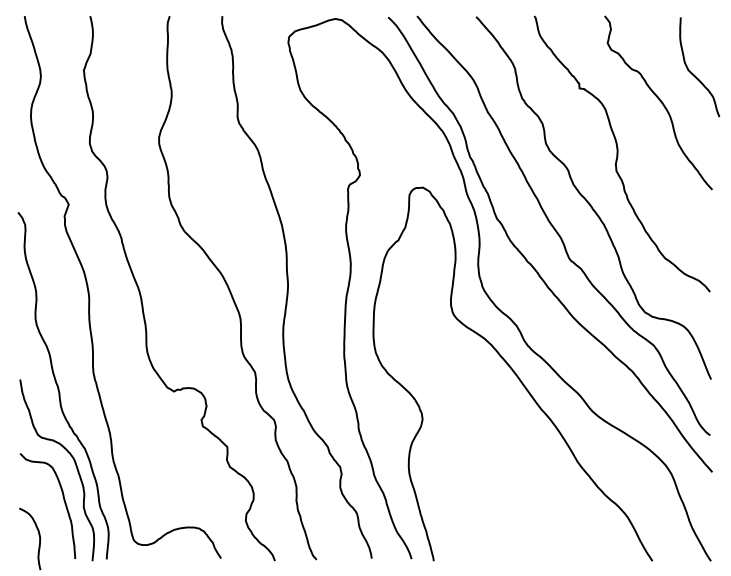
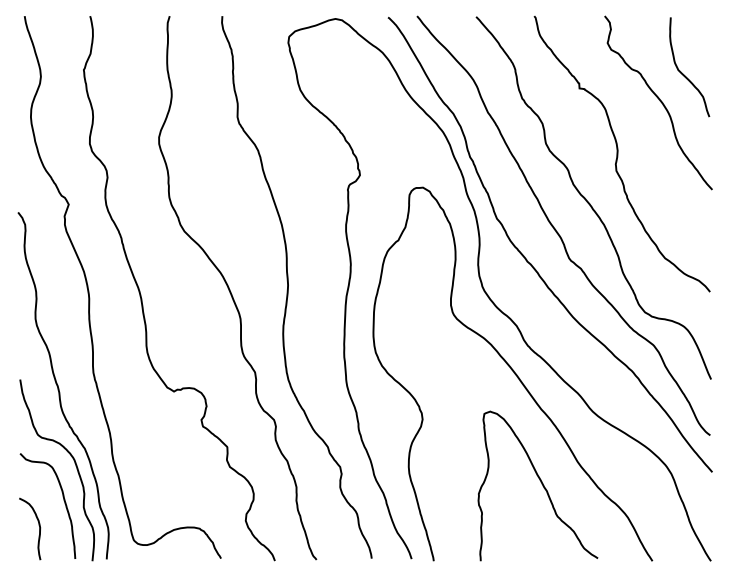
curve at (693, 73) position: (693, 73) -> (683, 73)
curve at (541, 484): none -> present
curve at (38, 535) position: (38, 535) -> (38, 525)
